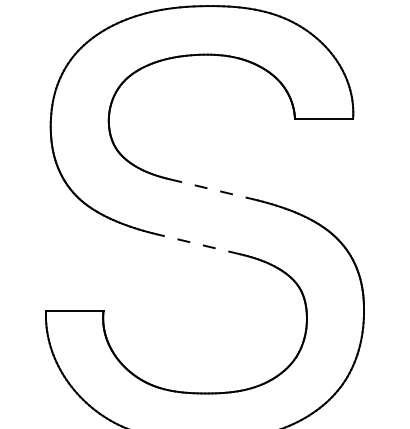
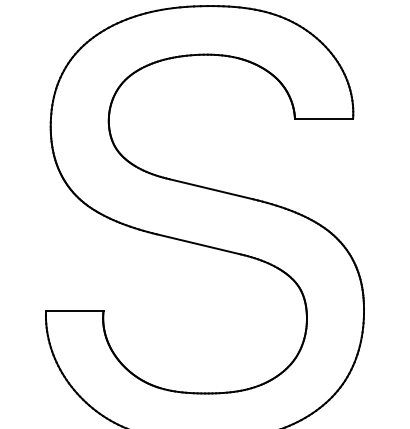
line at (211, 189): dashed -> solid
line at (198, 244): dashed -> solid
